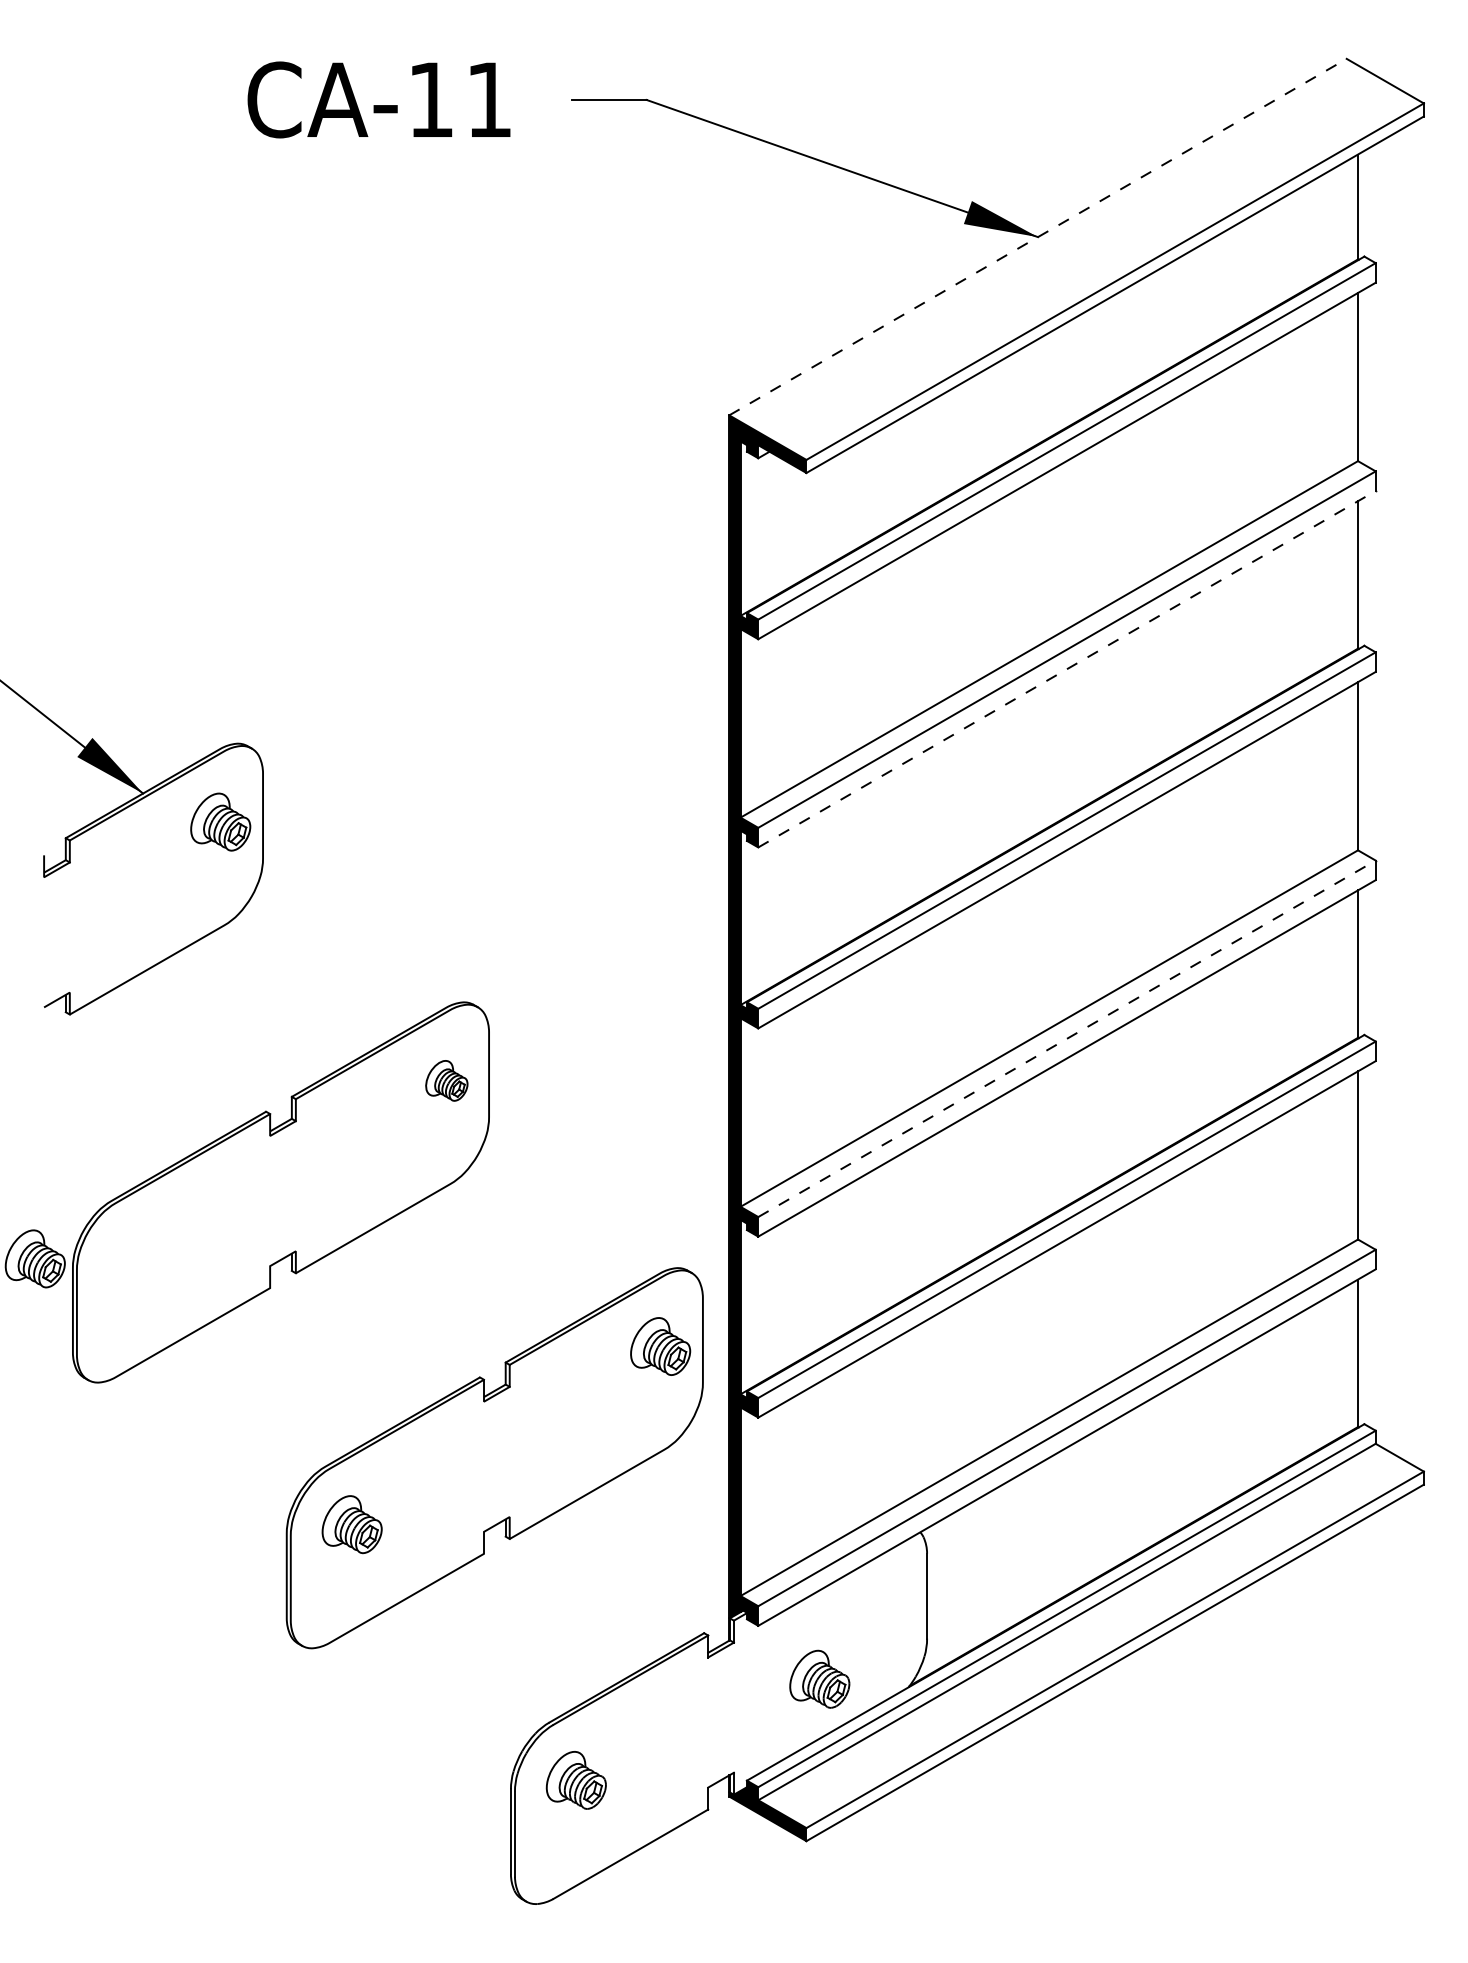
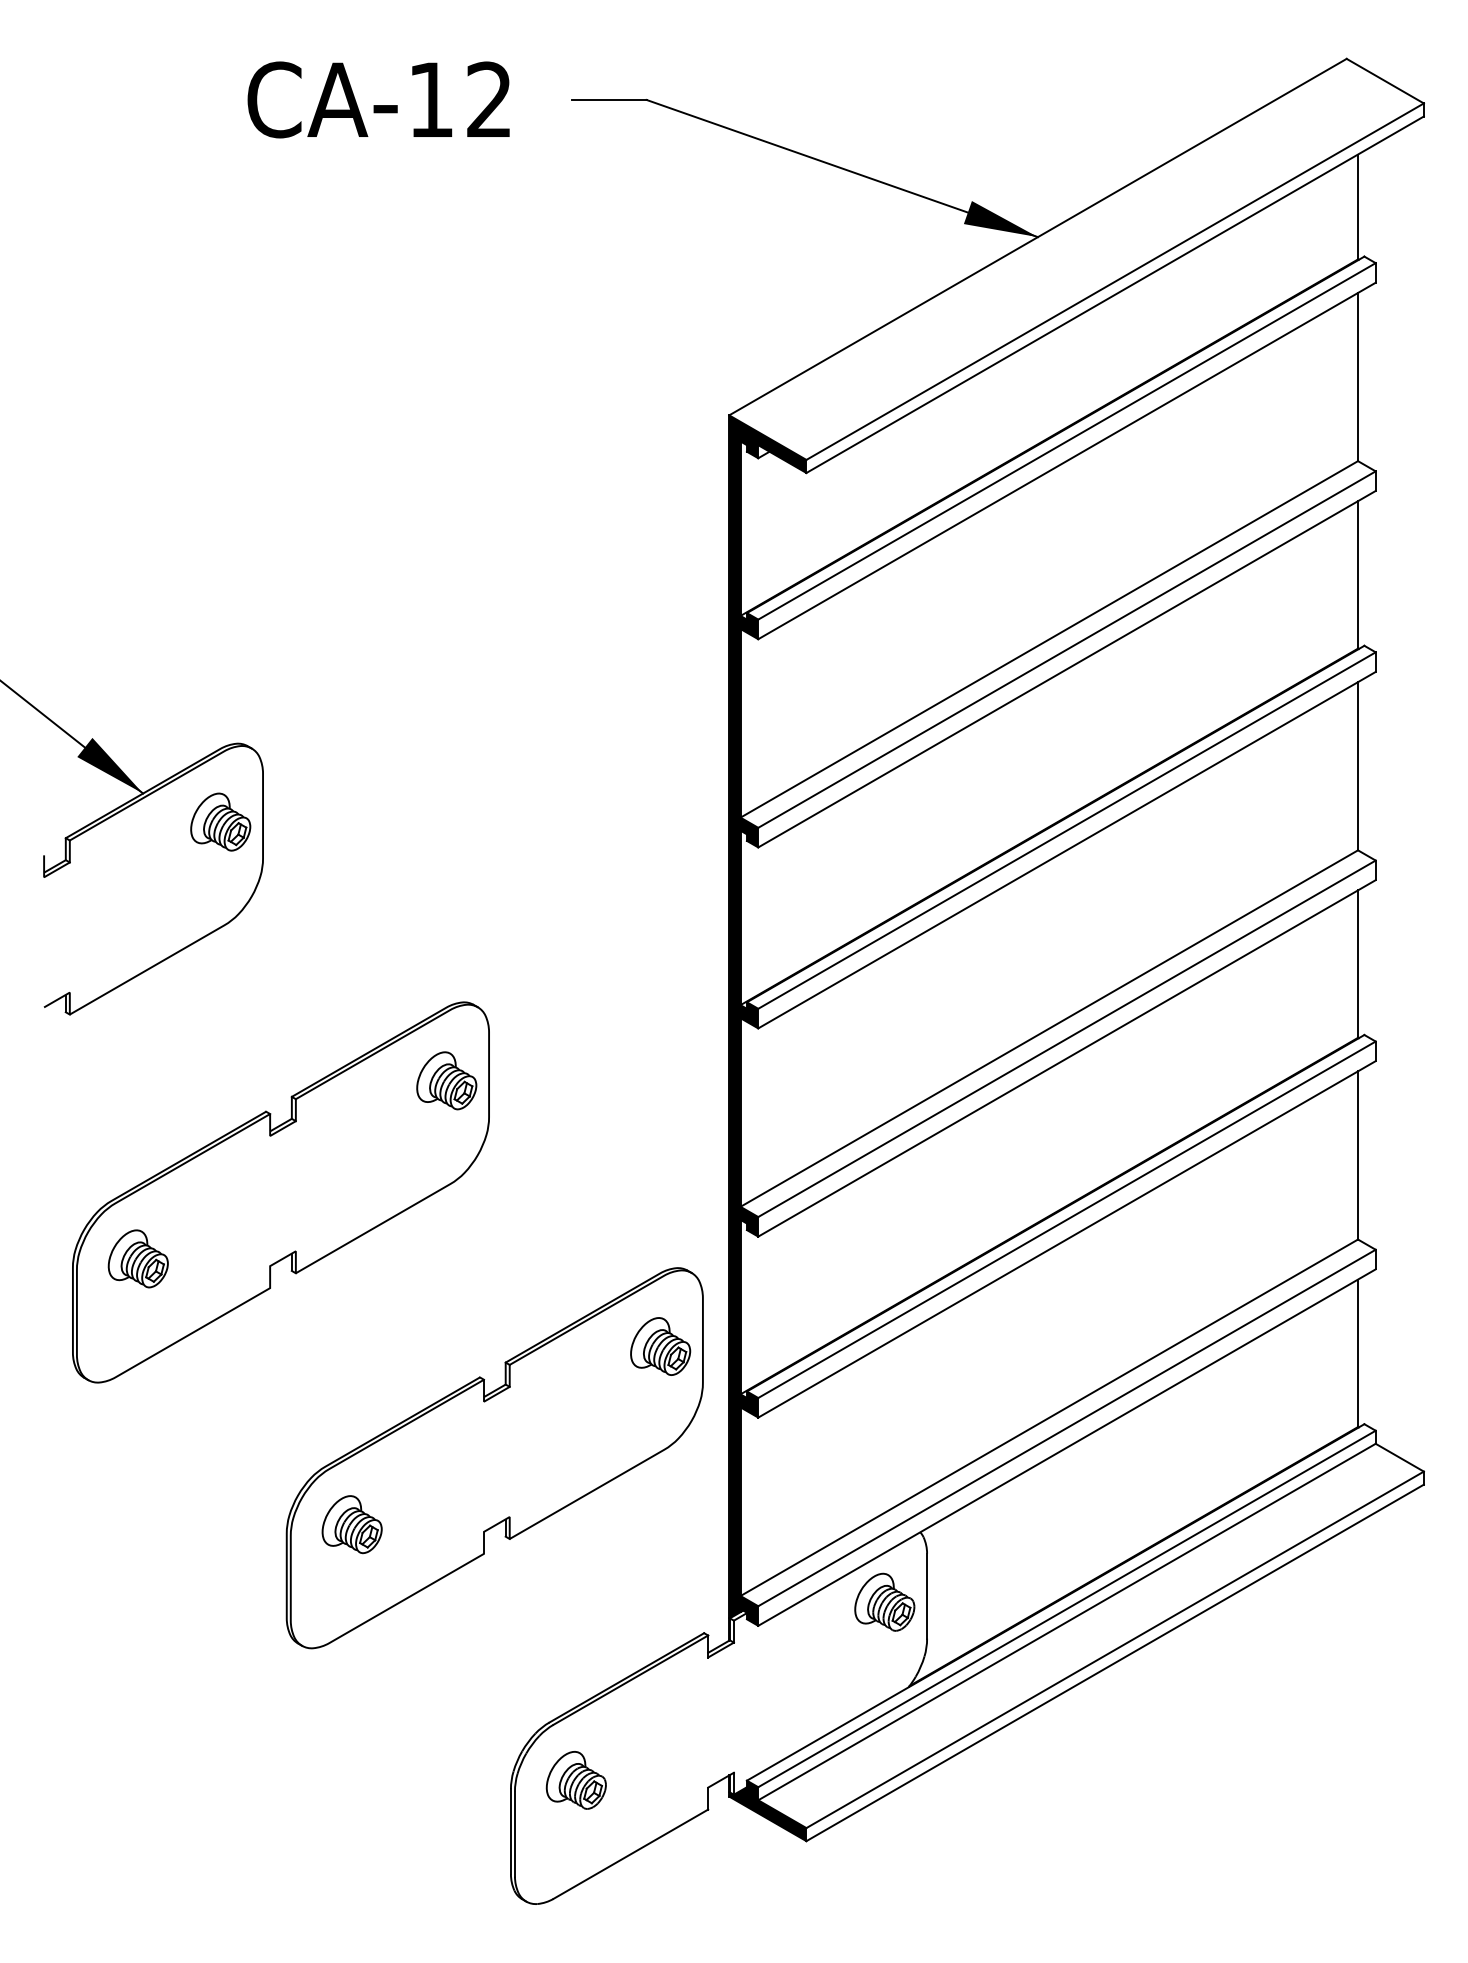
text at (488, 98): CA-11 -> CA-12
line at (1038, 236): dashed -> solid
line at (1067, 668): dashed -> solid
line at (1067, 1038): dashed -> solid
part at (446, 1080) size: 44x42 px -> 62x60 px
part at (34, 1258) position: (34, 1258) -> (137, 1258)
part at (819, 1678) position: (819, 1678) -> (884, 1601)
